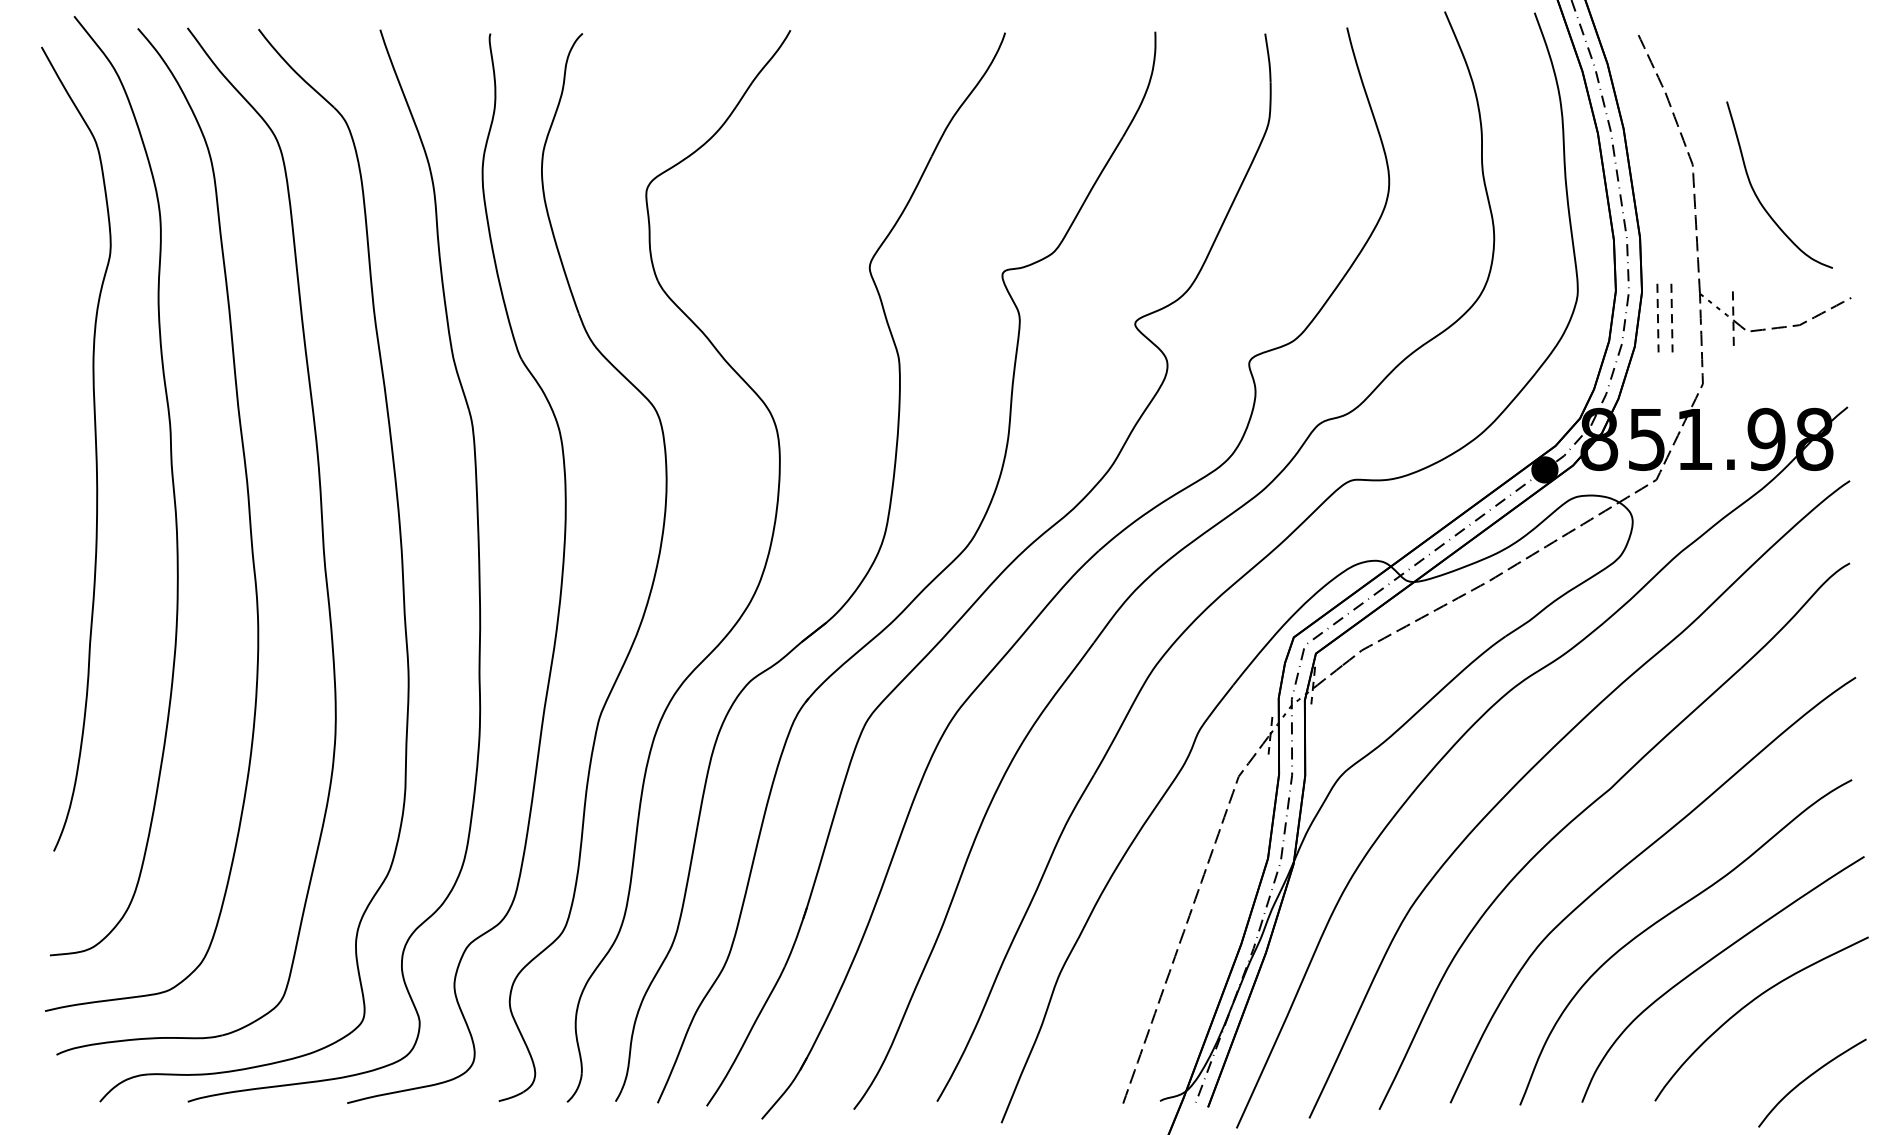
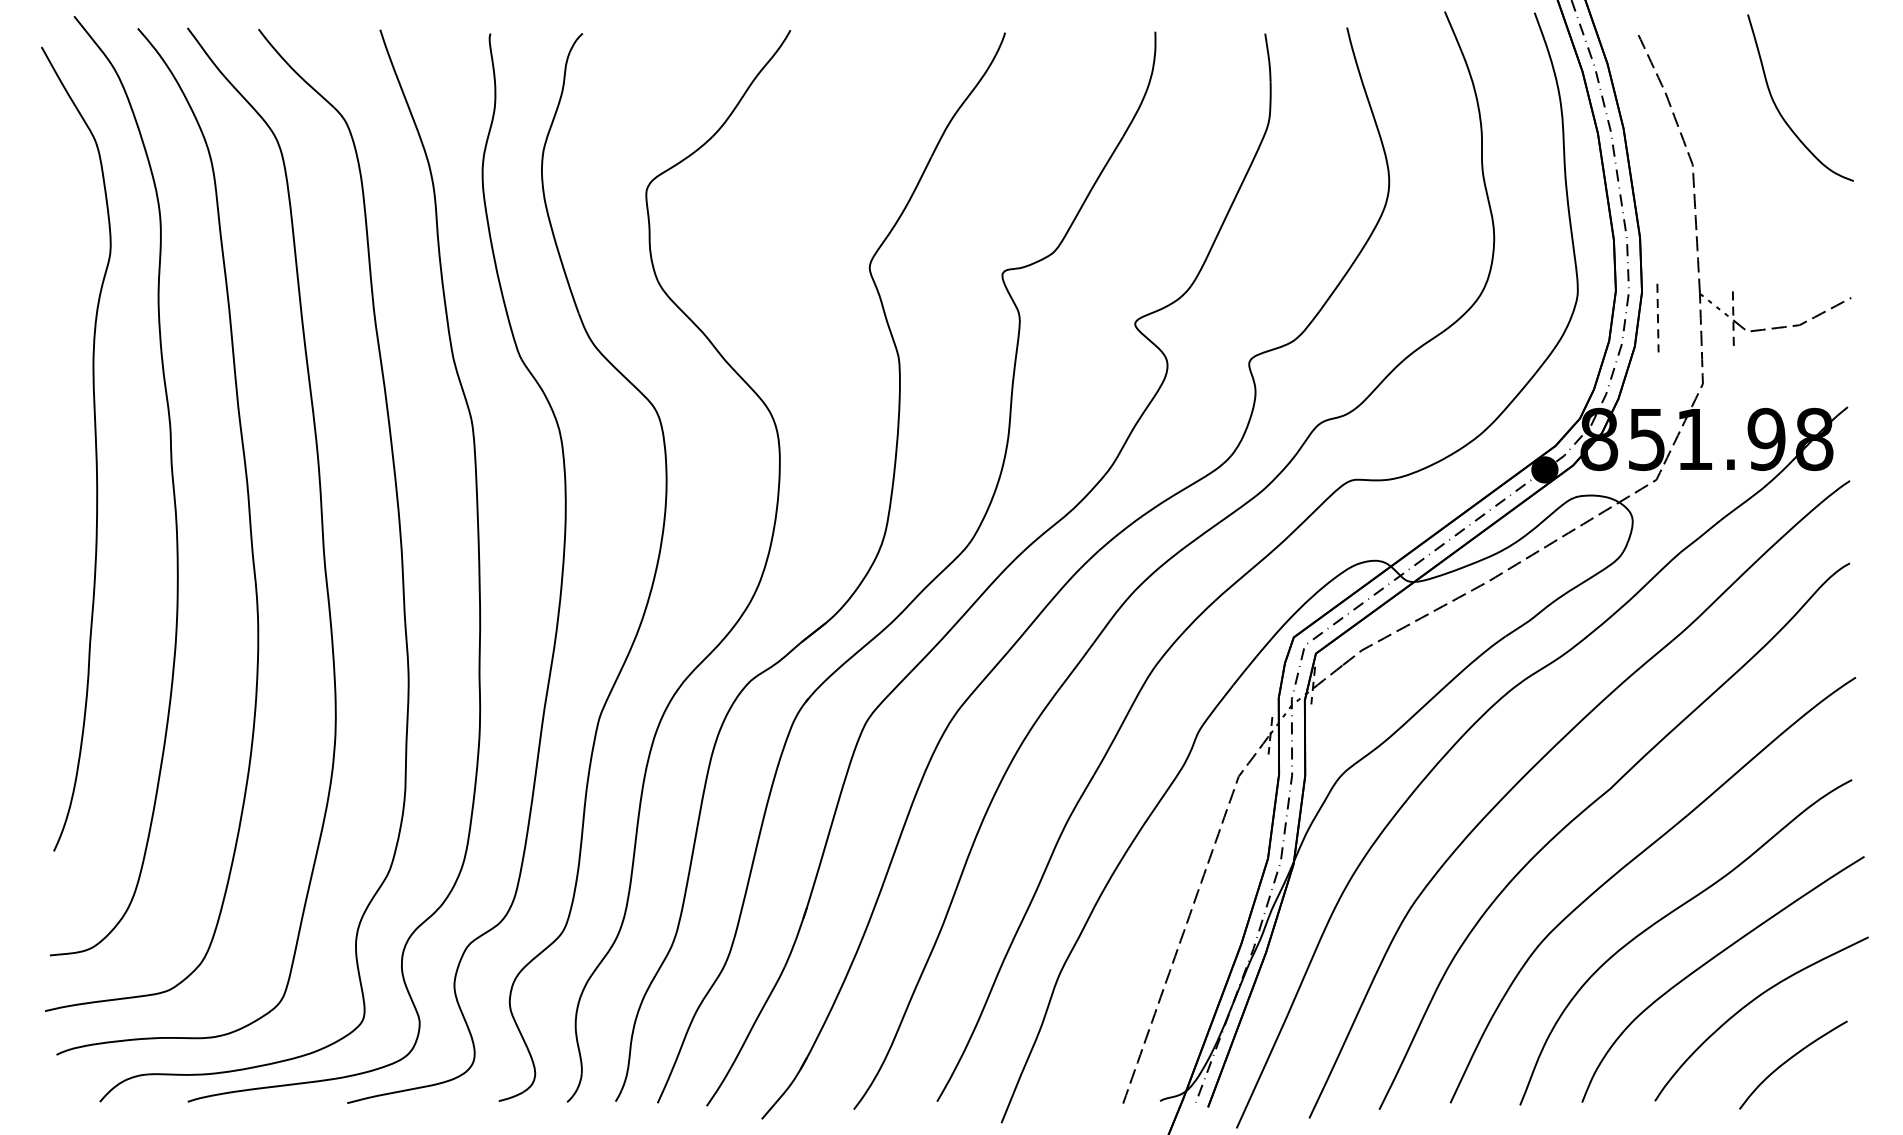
curve at (1757, 195) position: (1757, 195) -> (1778, 108)
line at (1671, 317): present -> none
curve at (1808, 1078) position: (1808, 1078) -> (1789, 1060)
